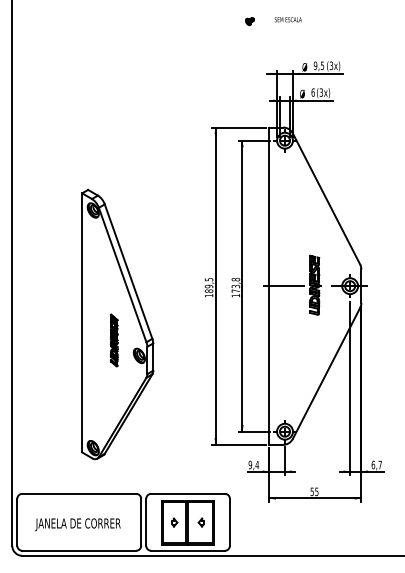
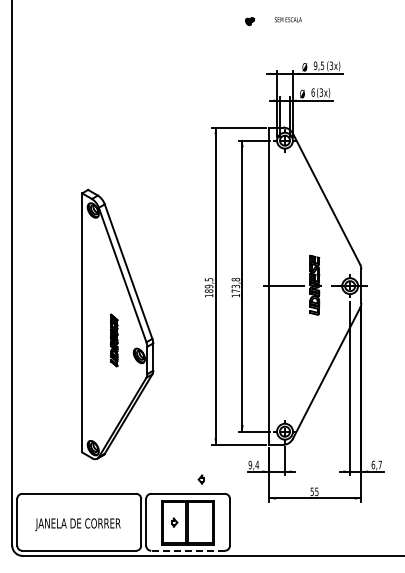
part at (200, 522) position: (200, 522) -> (200, 479)
line at (188, 550): solid -> dashed
